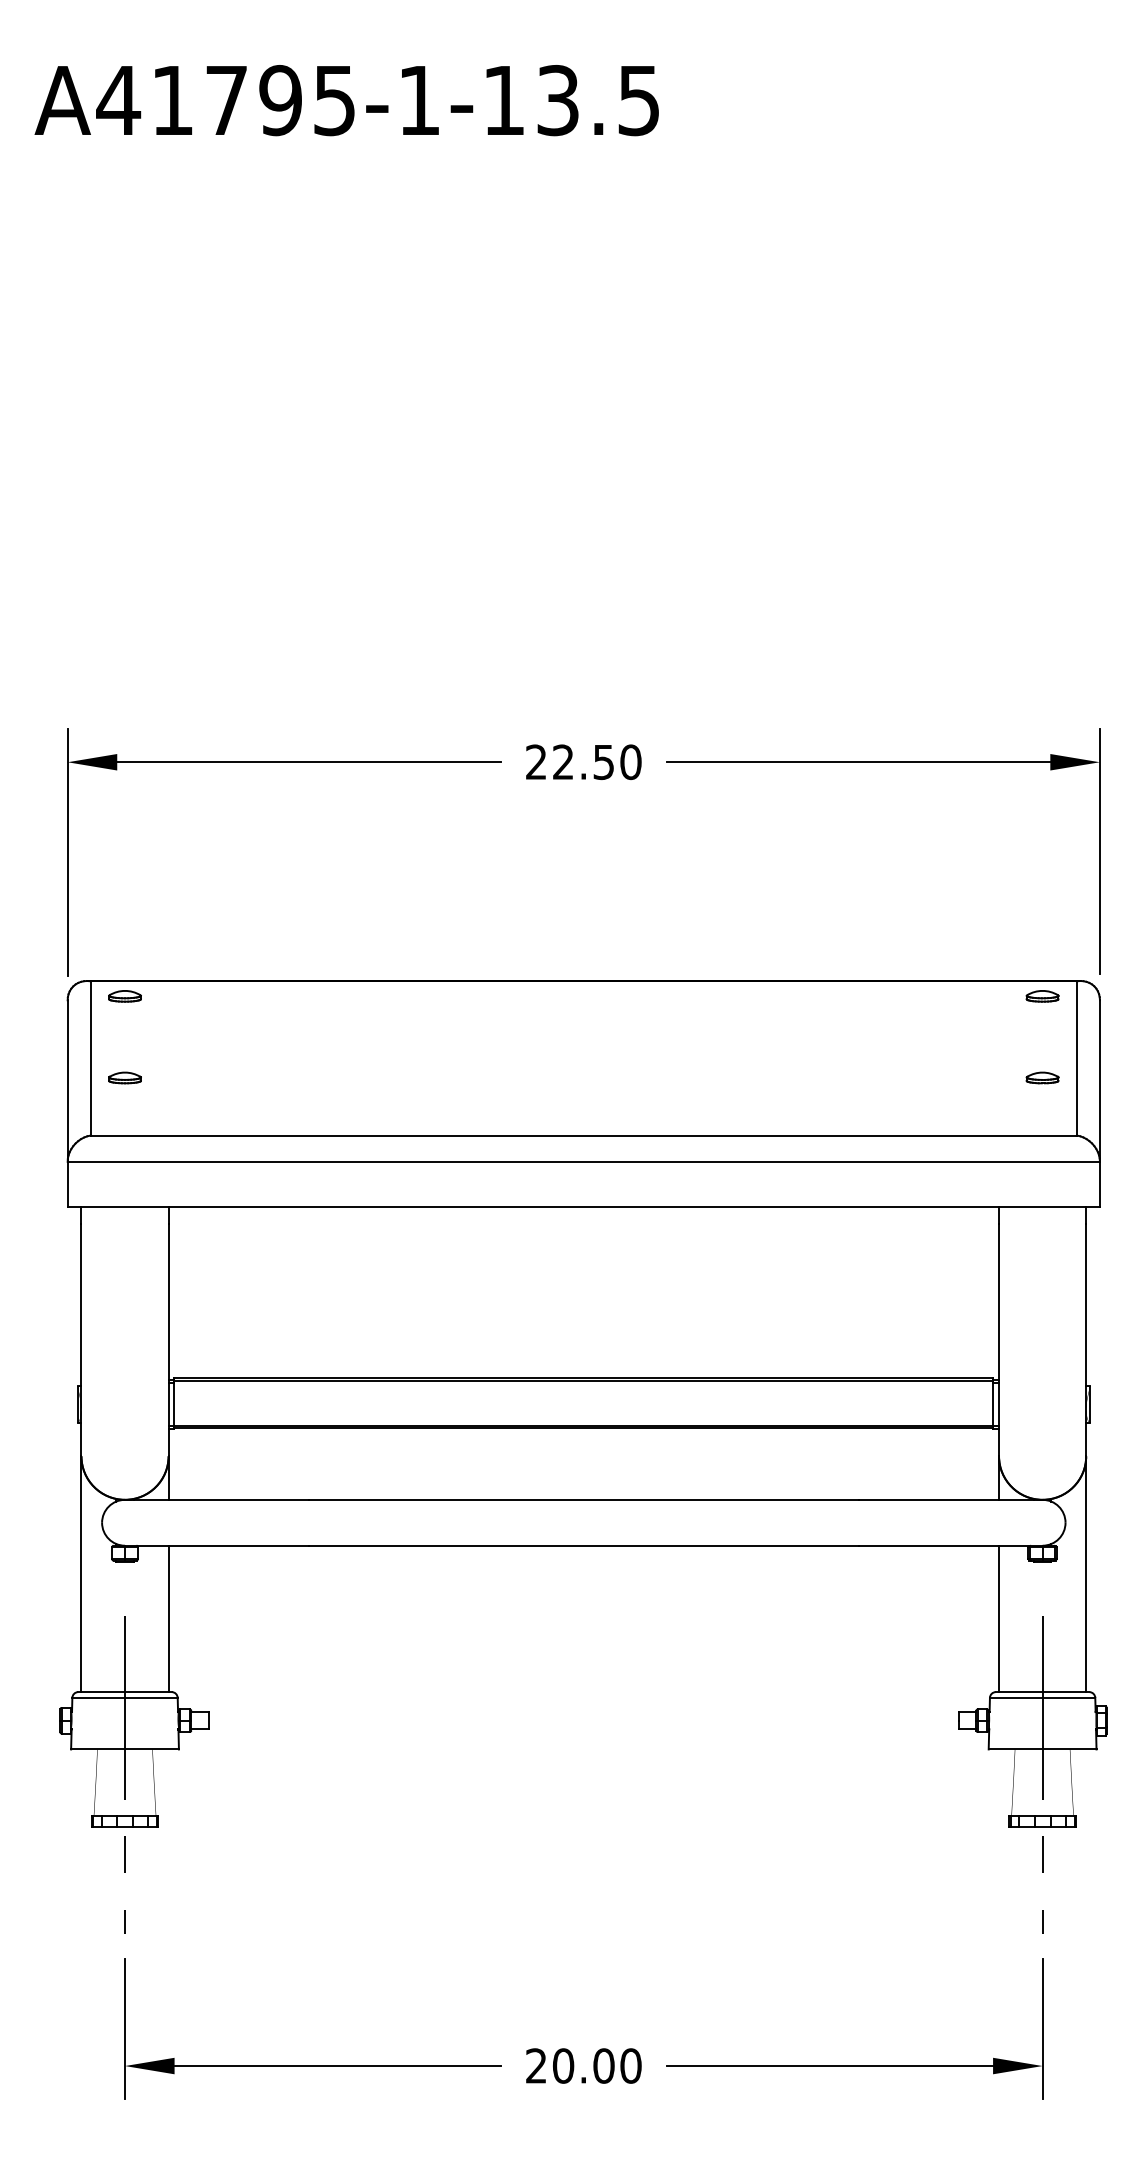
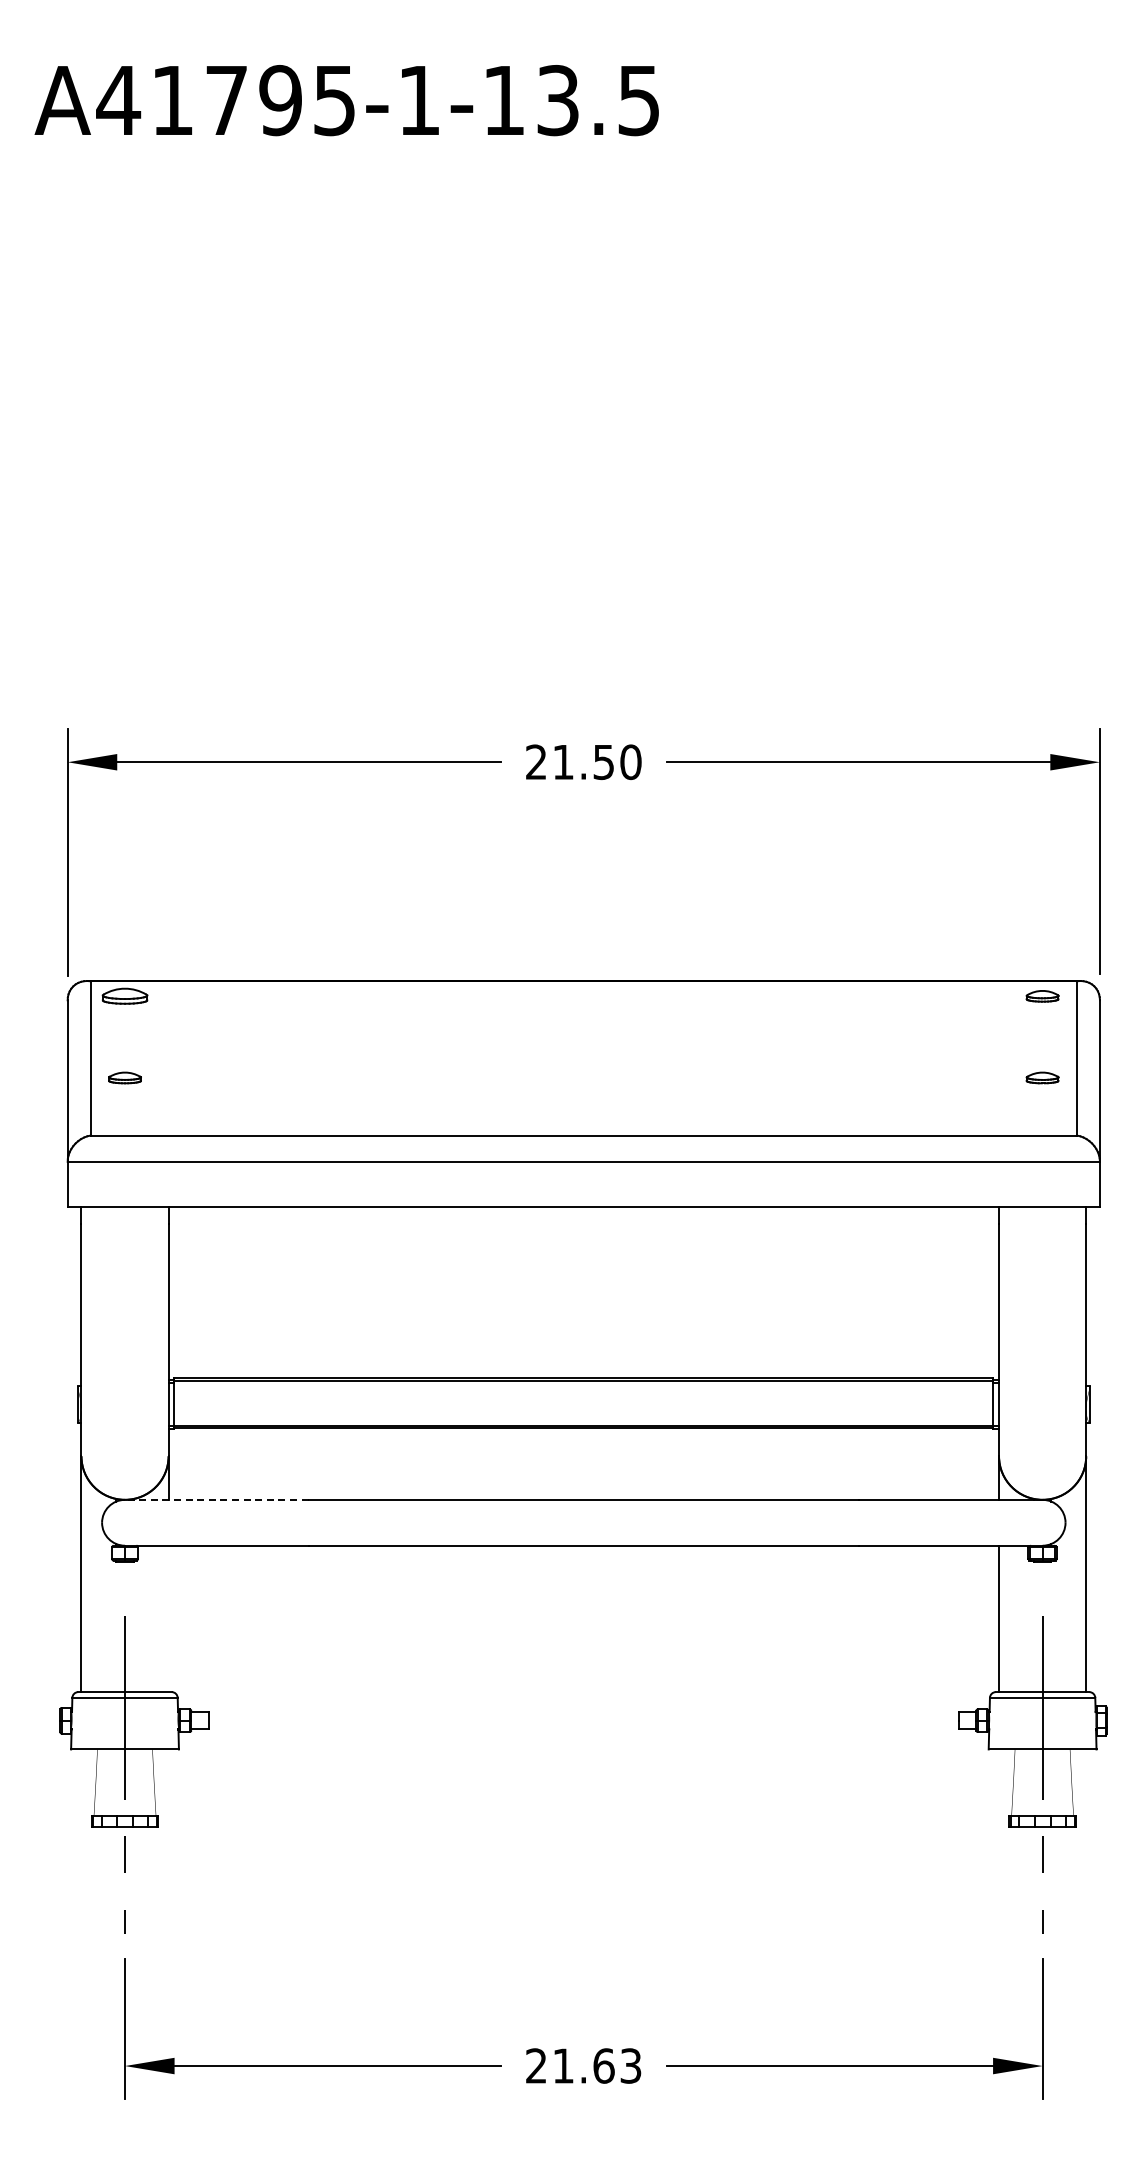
text at (563, 761): 22.50 -> 21.50
part at (124, 996) size: 34x13 px -> 48x18 px
line at (216, 1499): solid -> dashed
line at (168, 1618): present -> none
text at (597, 2065): 20.00 -> 21.63
